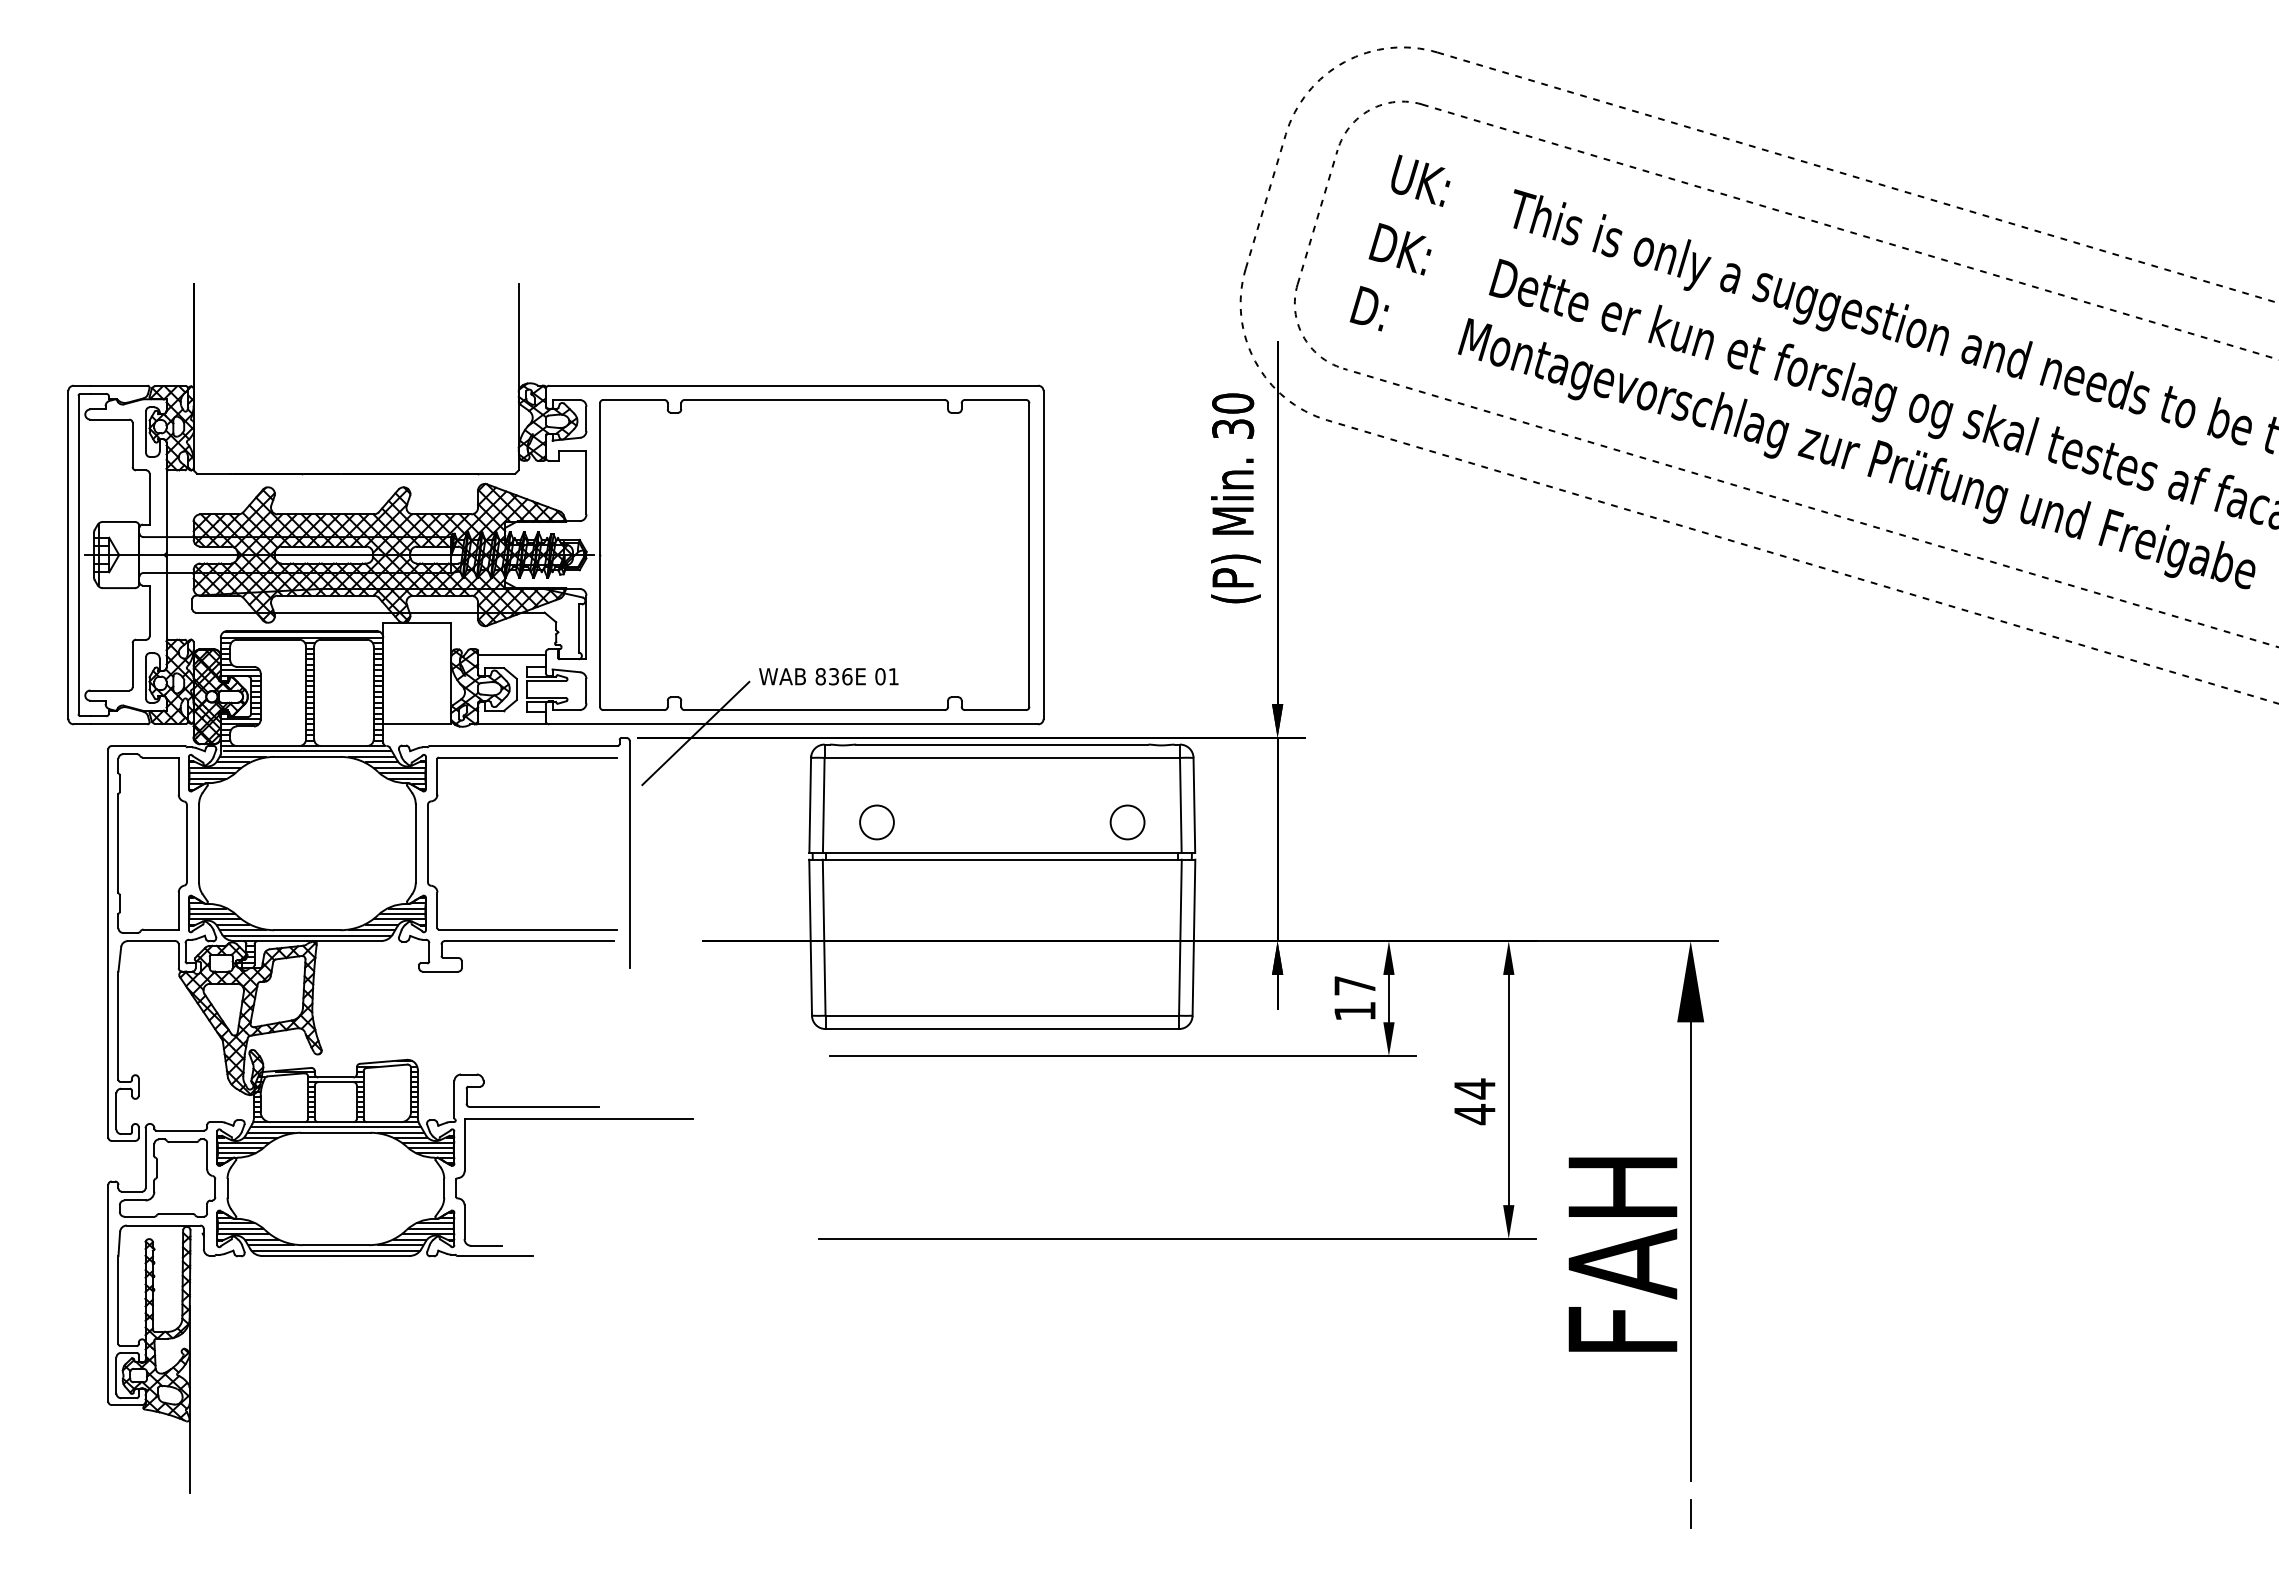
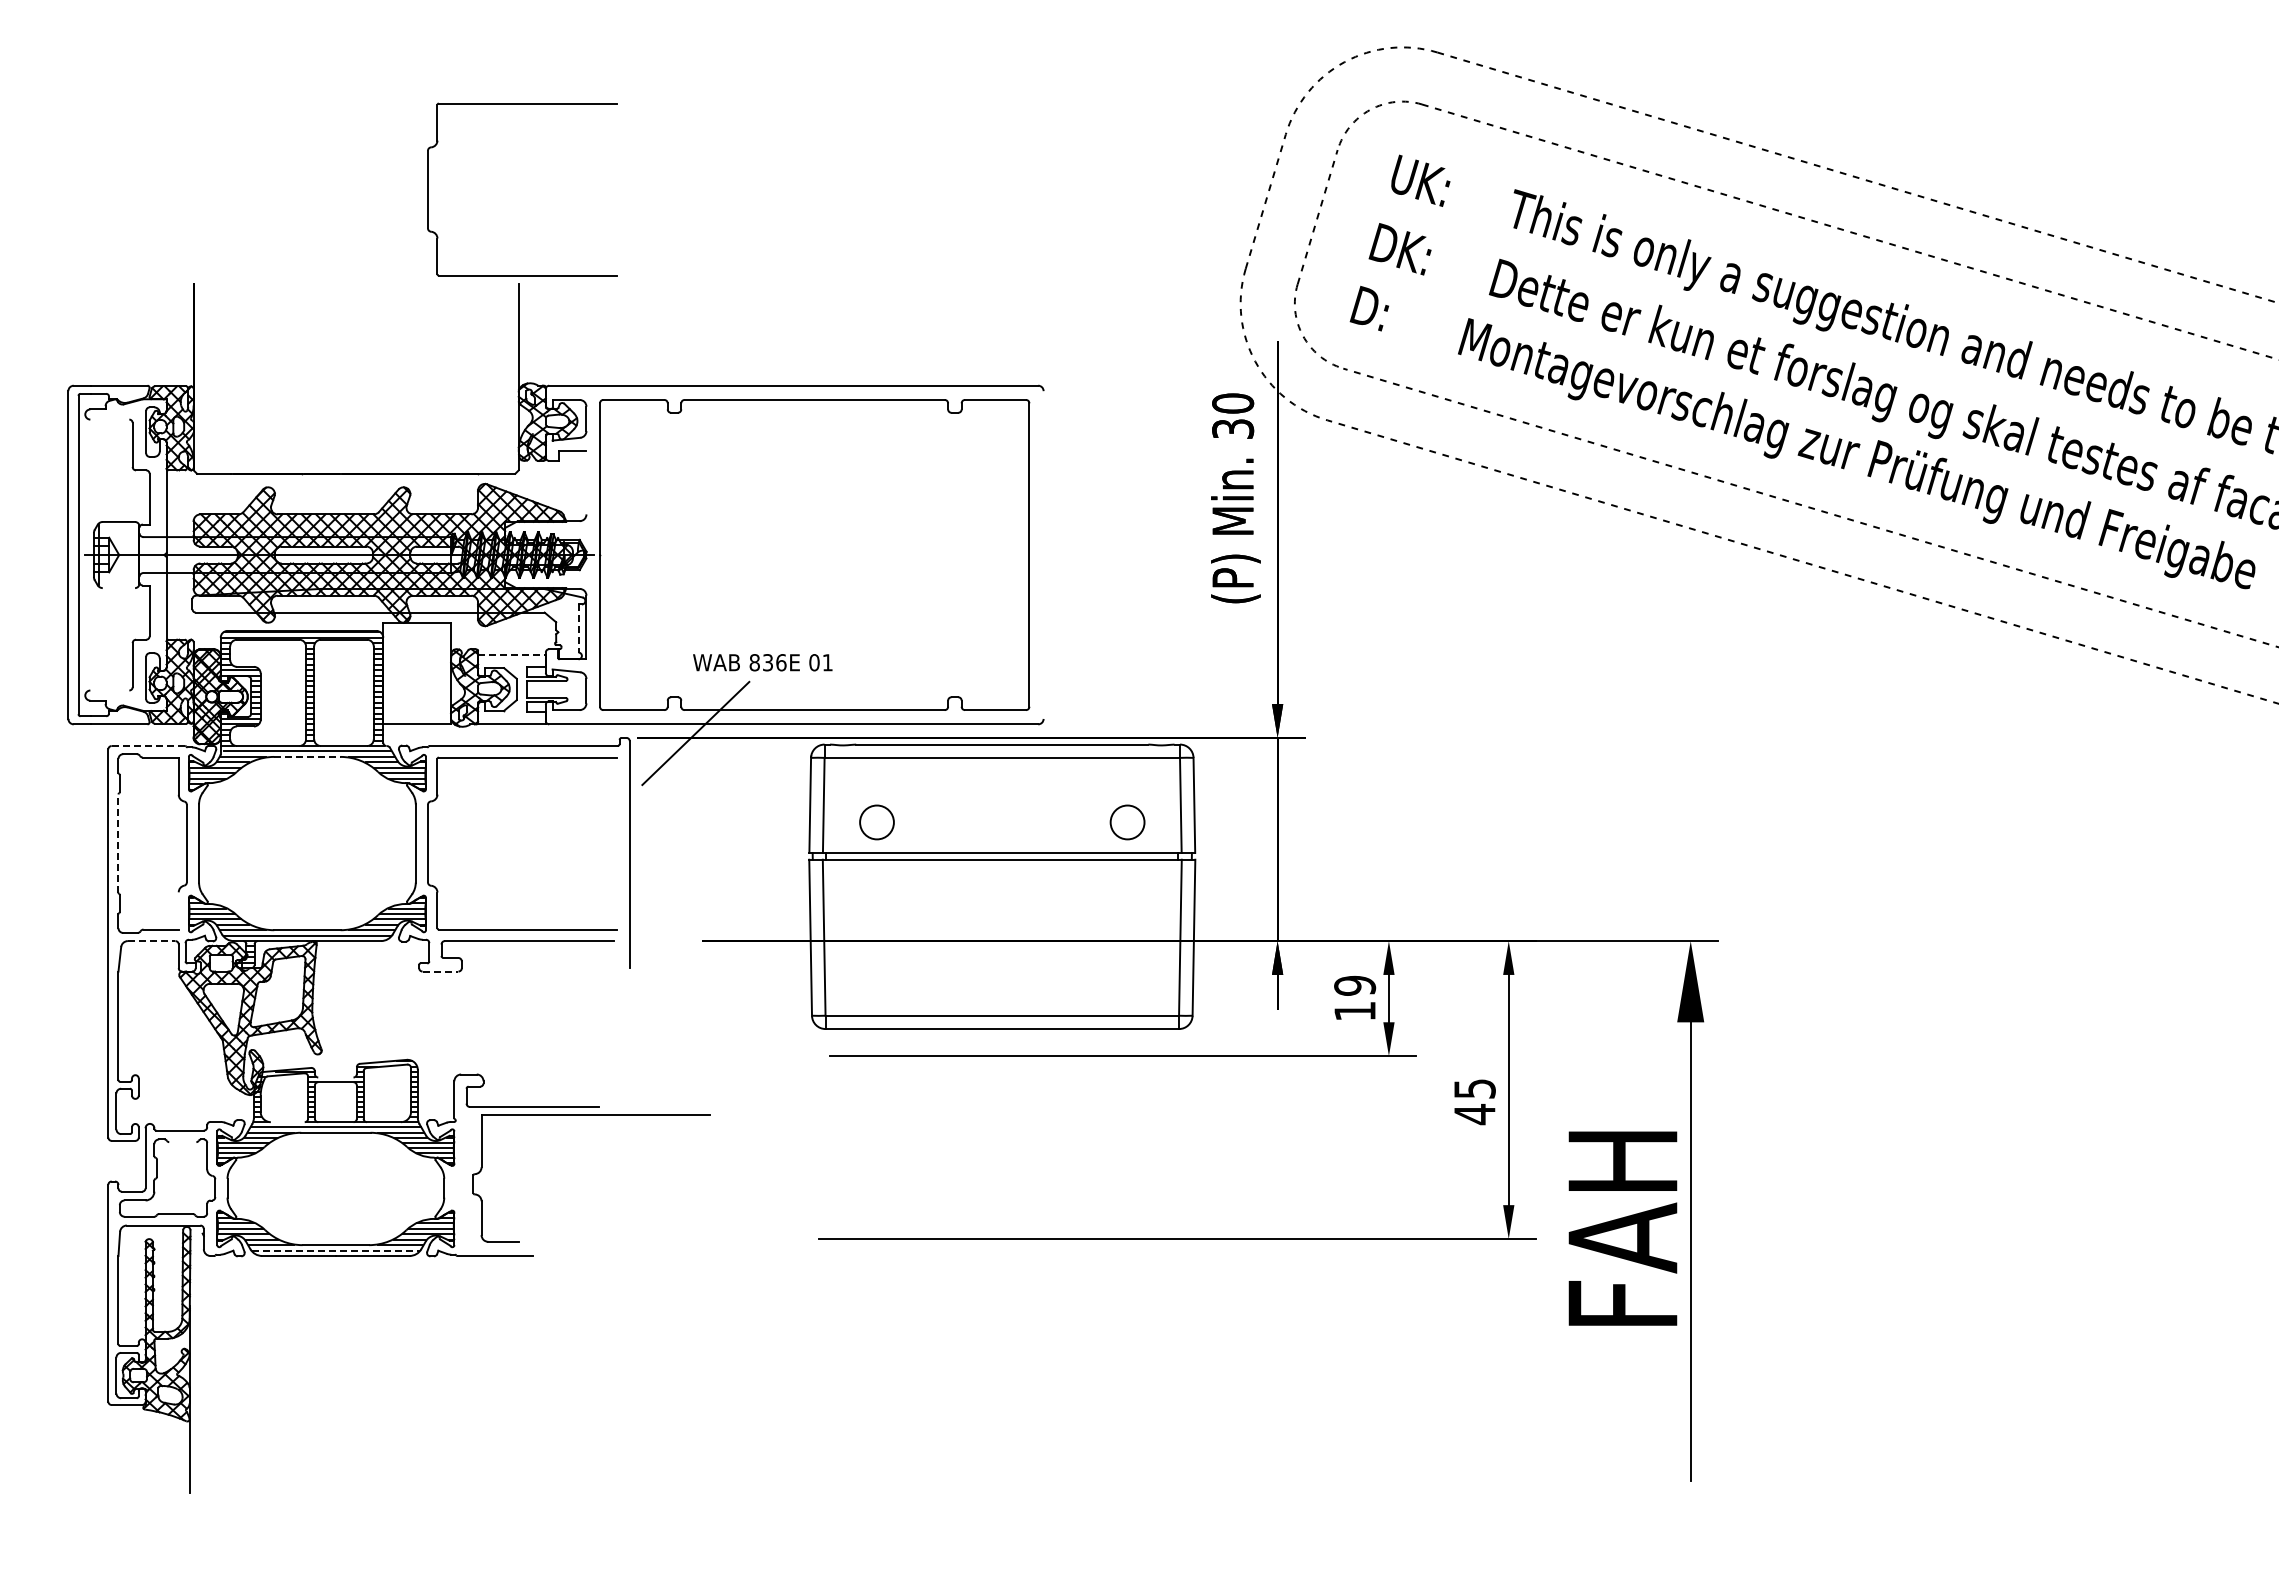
part at (522, 104): none -> present
line at (109, 419): present -> none
line at (586, 482): present -> none
line at (1043, 554): present -> none
line at (118, 588): present -> none
line at (578, 629): solid -> dashed
line at (511, 654): solid -> dashed
text at (828, 676) position: (828, 676) -> (762, 662)
line at (109, 690): present -> none
line at (148, 746): solid -> dashed
line at (307, 756): solid -> dashed
line at (118, 843): solid -> dashed
line at (178, 910): present -> none
line at (151, 941): solid -> dashed
line at (440, 971): solid -> dashed
text at (1355, 985): 17 -> 19
line at (335, 1077): present -> none
text at (1474, 1088): 44 -> 45
part at (574, 1119) position: (574, 1119) -> (591, 1115)
line at (287, 1122): present -> none
line at (182, 1142): present -> none
line at (335, 1250): solid -> dashed
text at (1622, 1254) position: (1622, 1254) -> (1622, 1228)
line at (1690, 1513): present -> none
